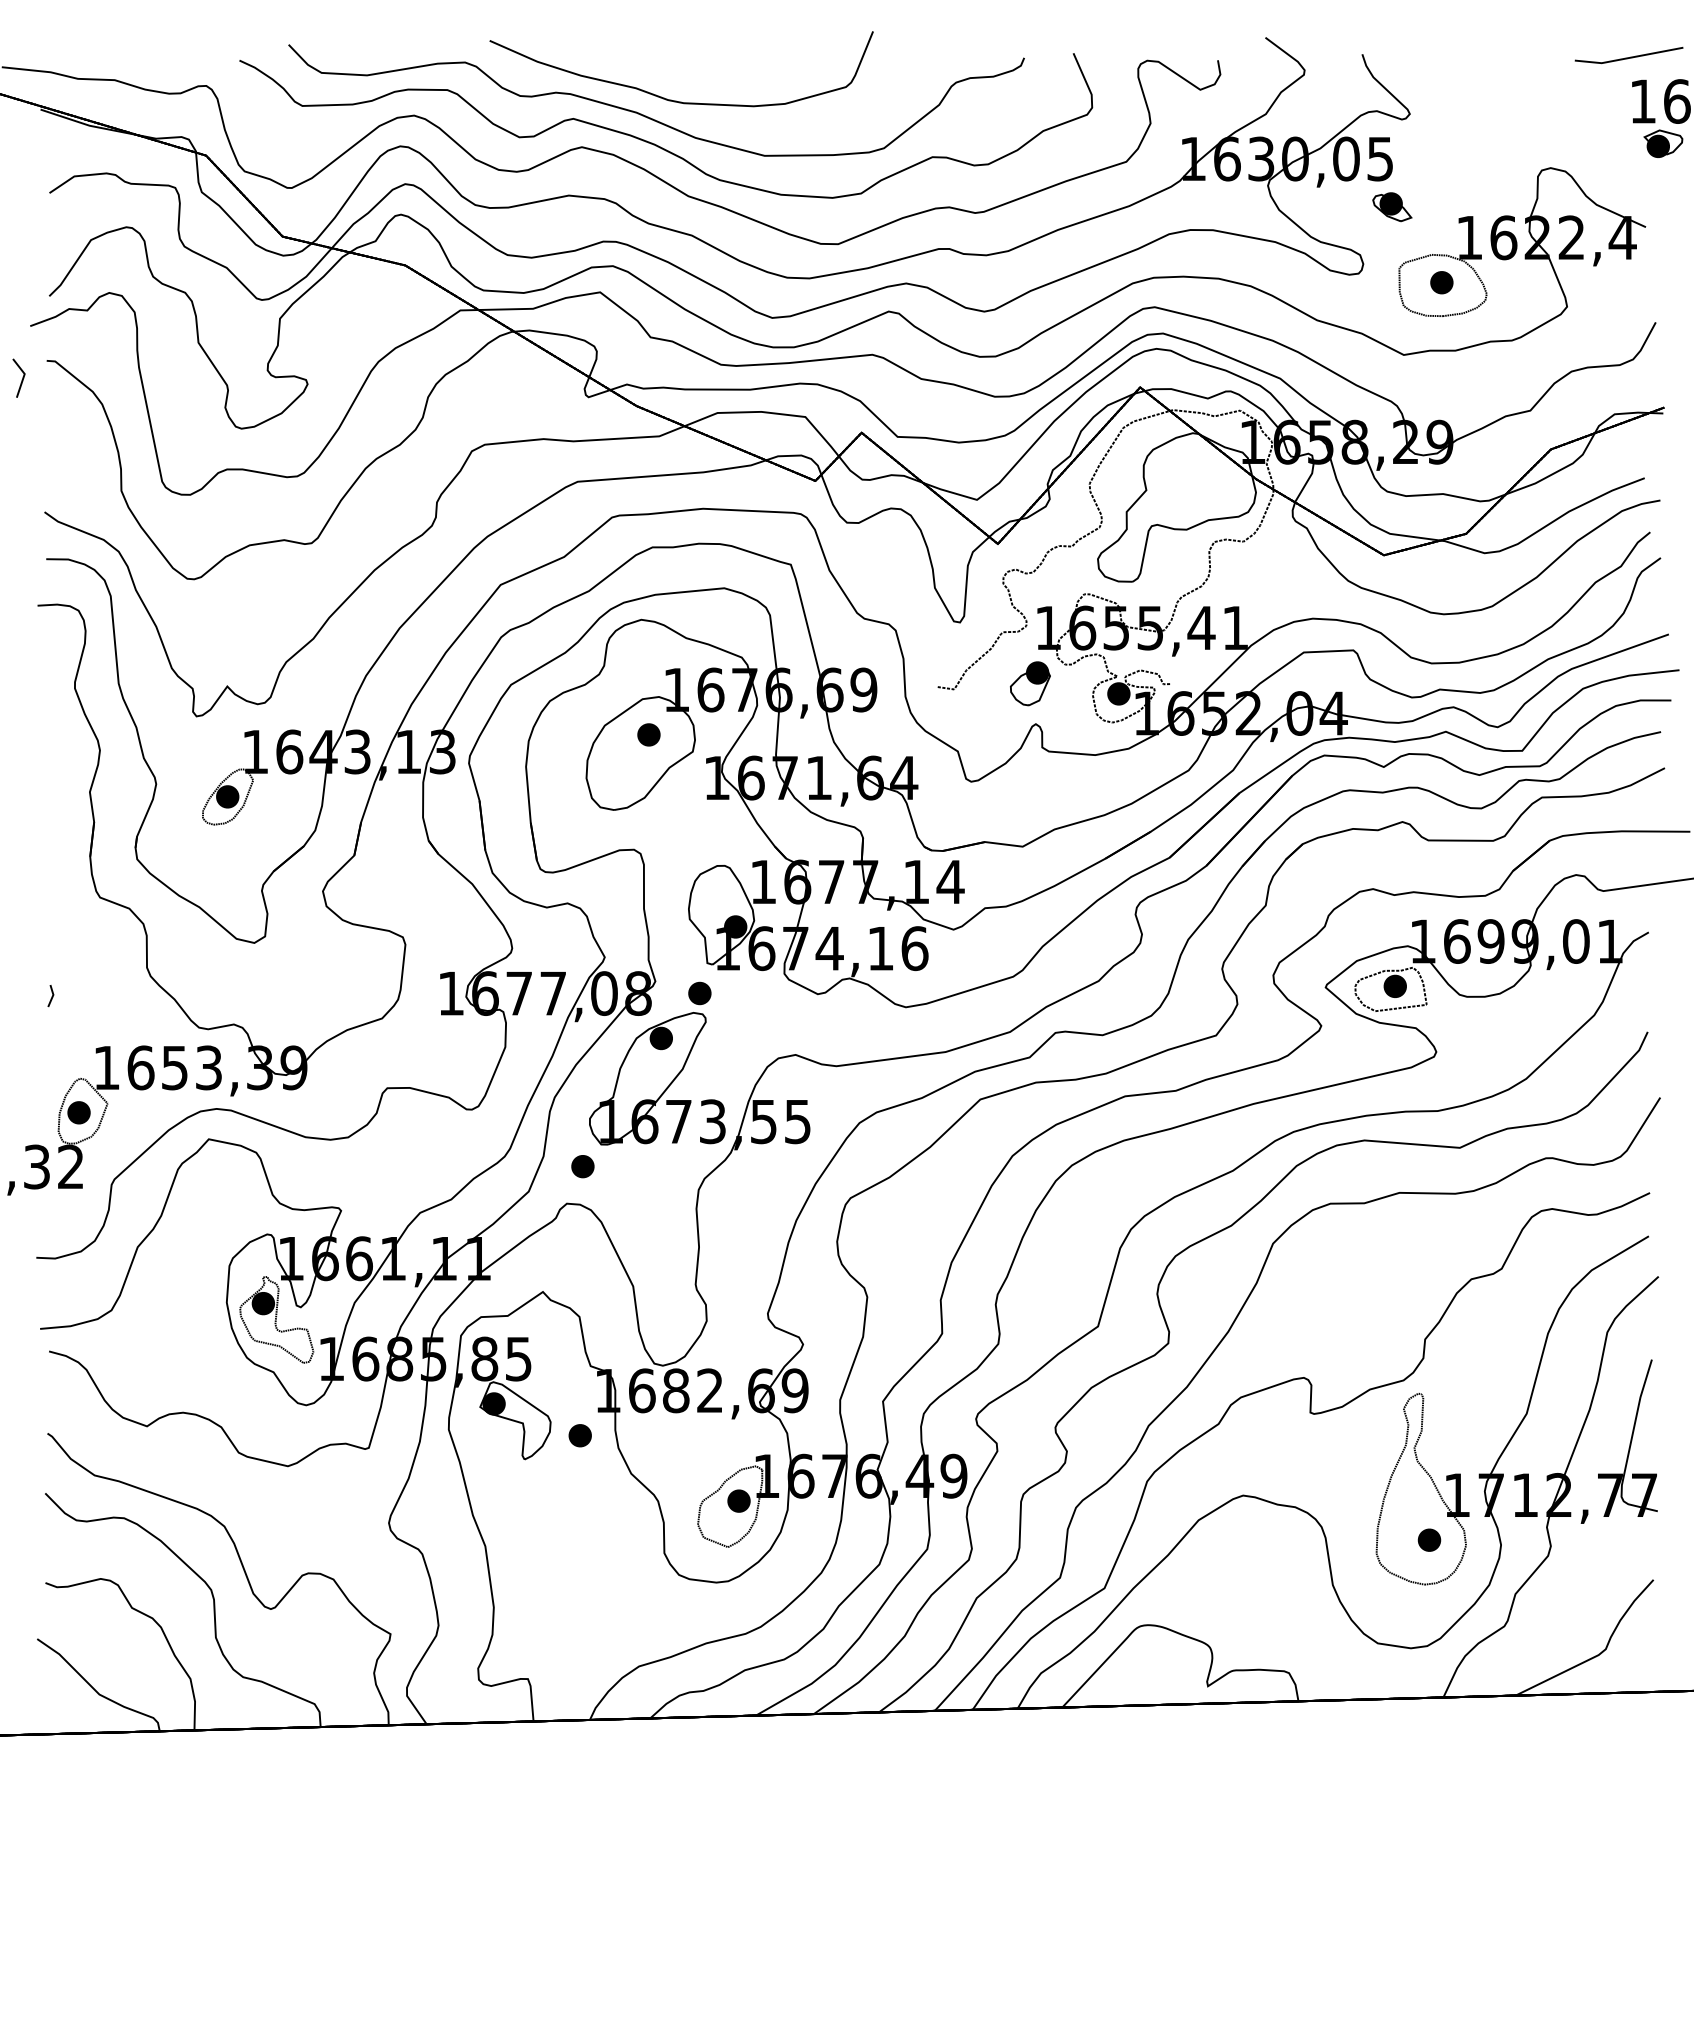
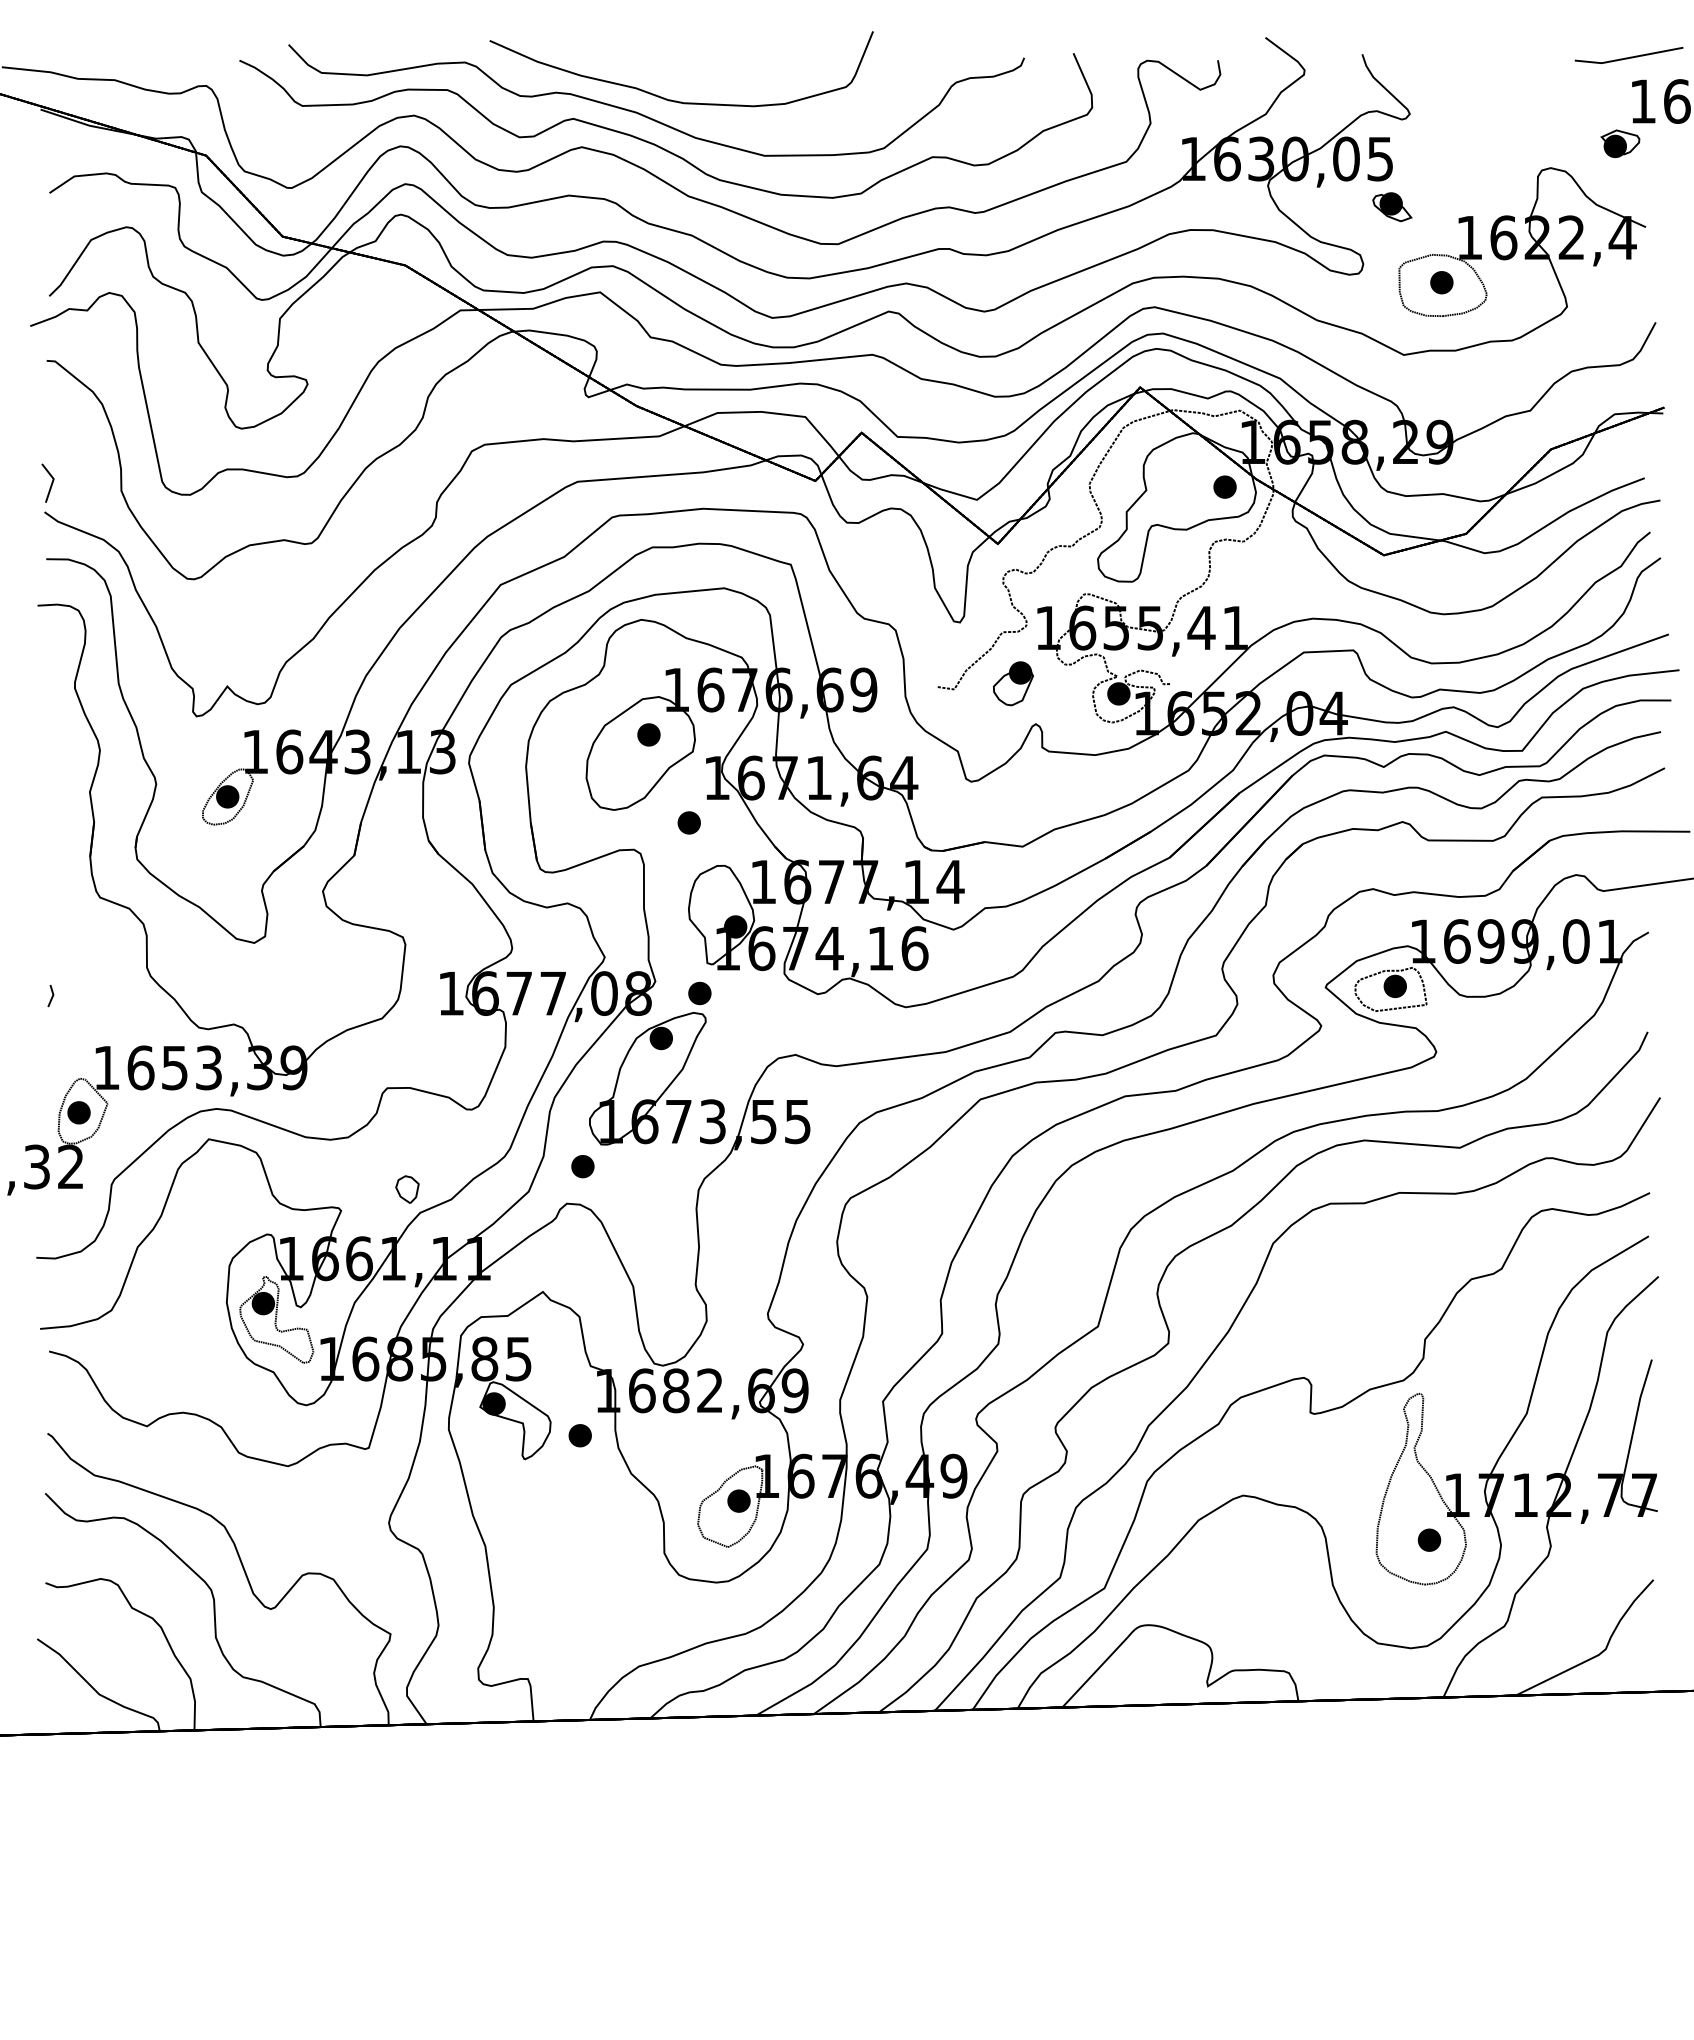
part at (1663, 143) position: (1663, 143) -> (1620, 143)
line at (22, 377) position: (22, 377) -> (51, 482)
part at (1224, 486): none -> present
part at (1030, 683) position: (1030, 683) -> (1013, 683)
part at (688, 822): none -> present
part at (407, 1189): none -> present
